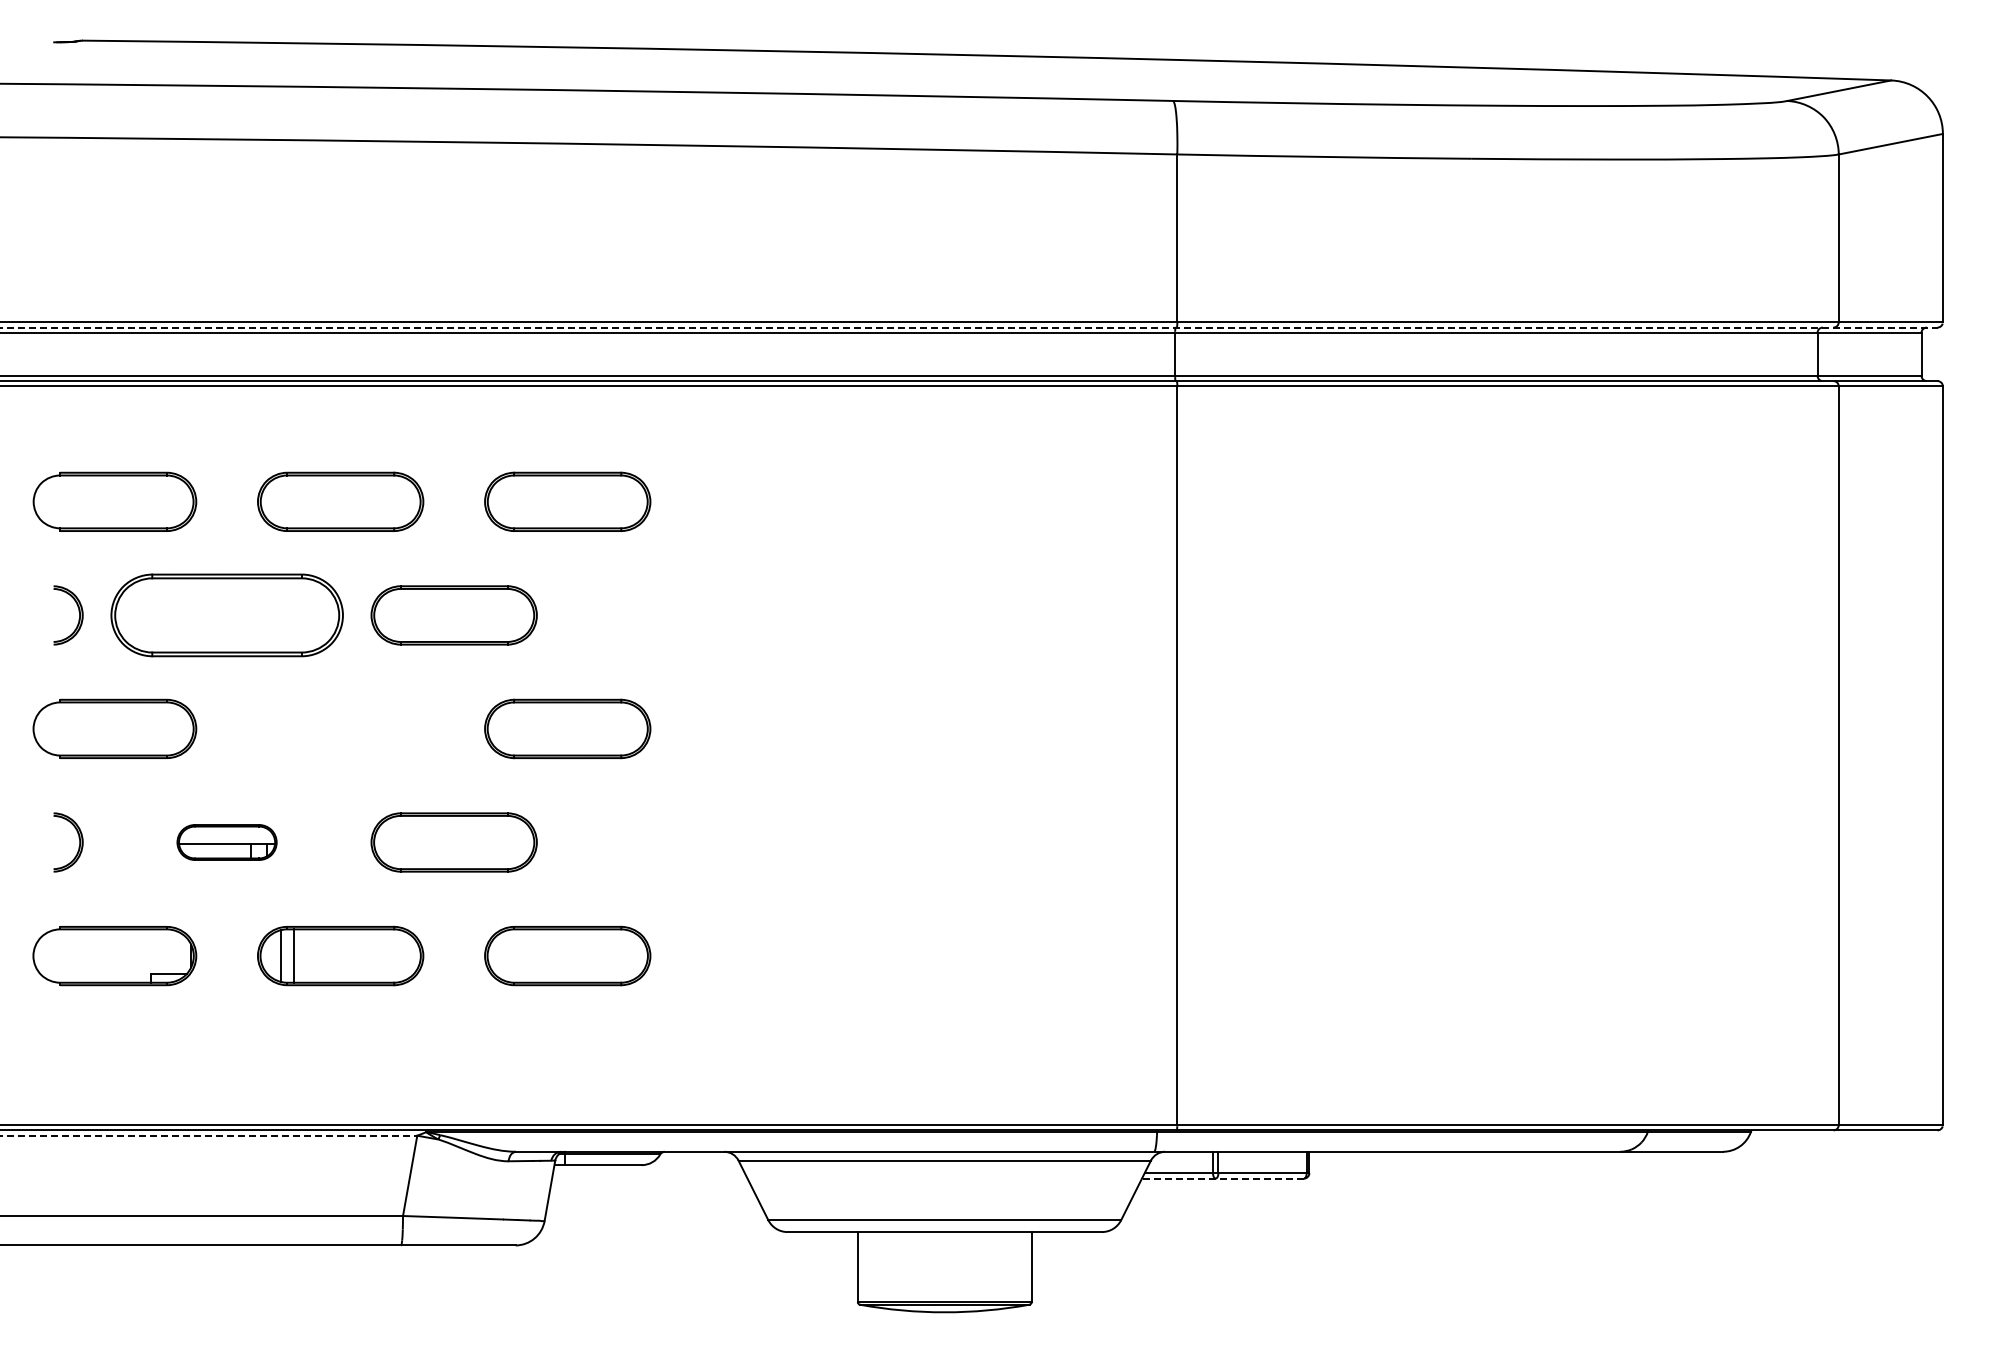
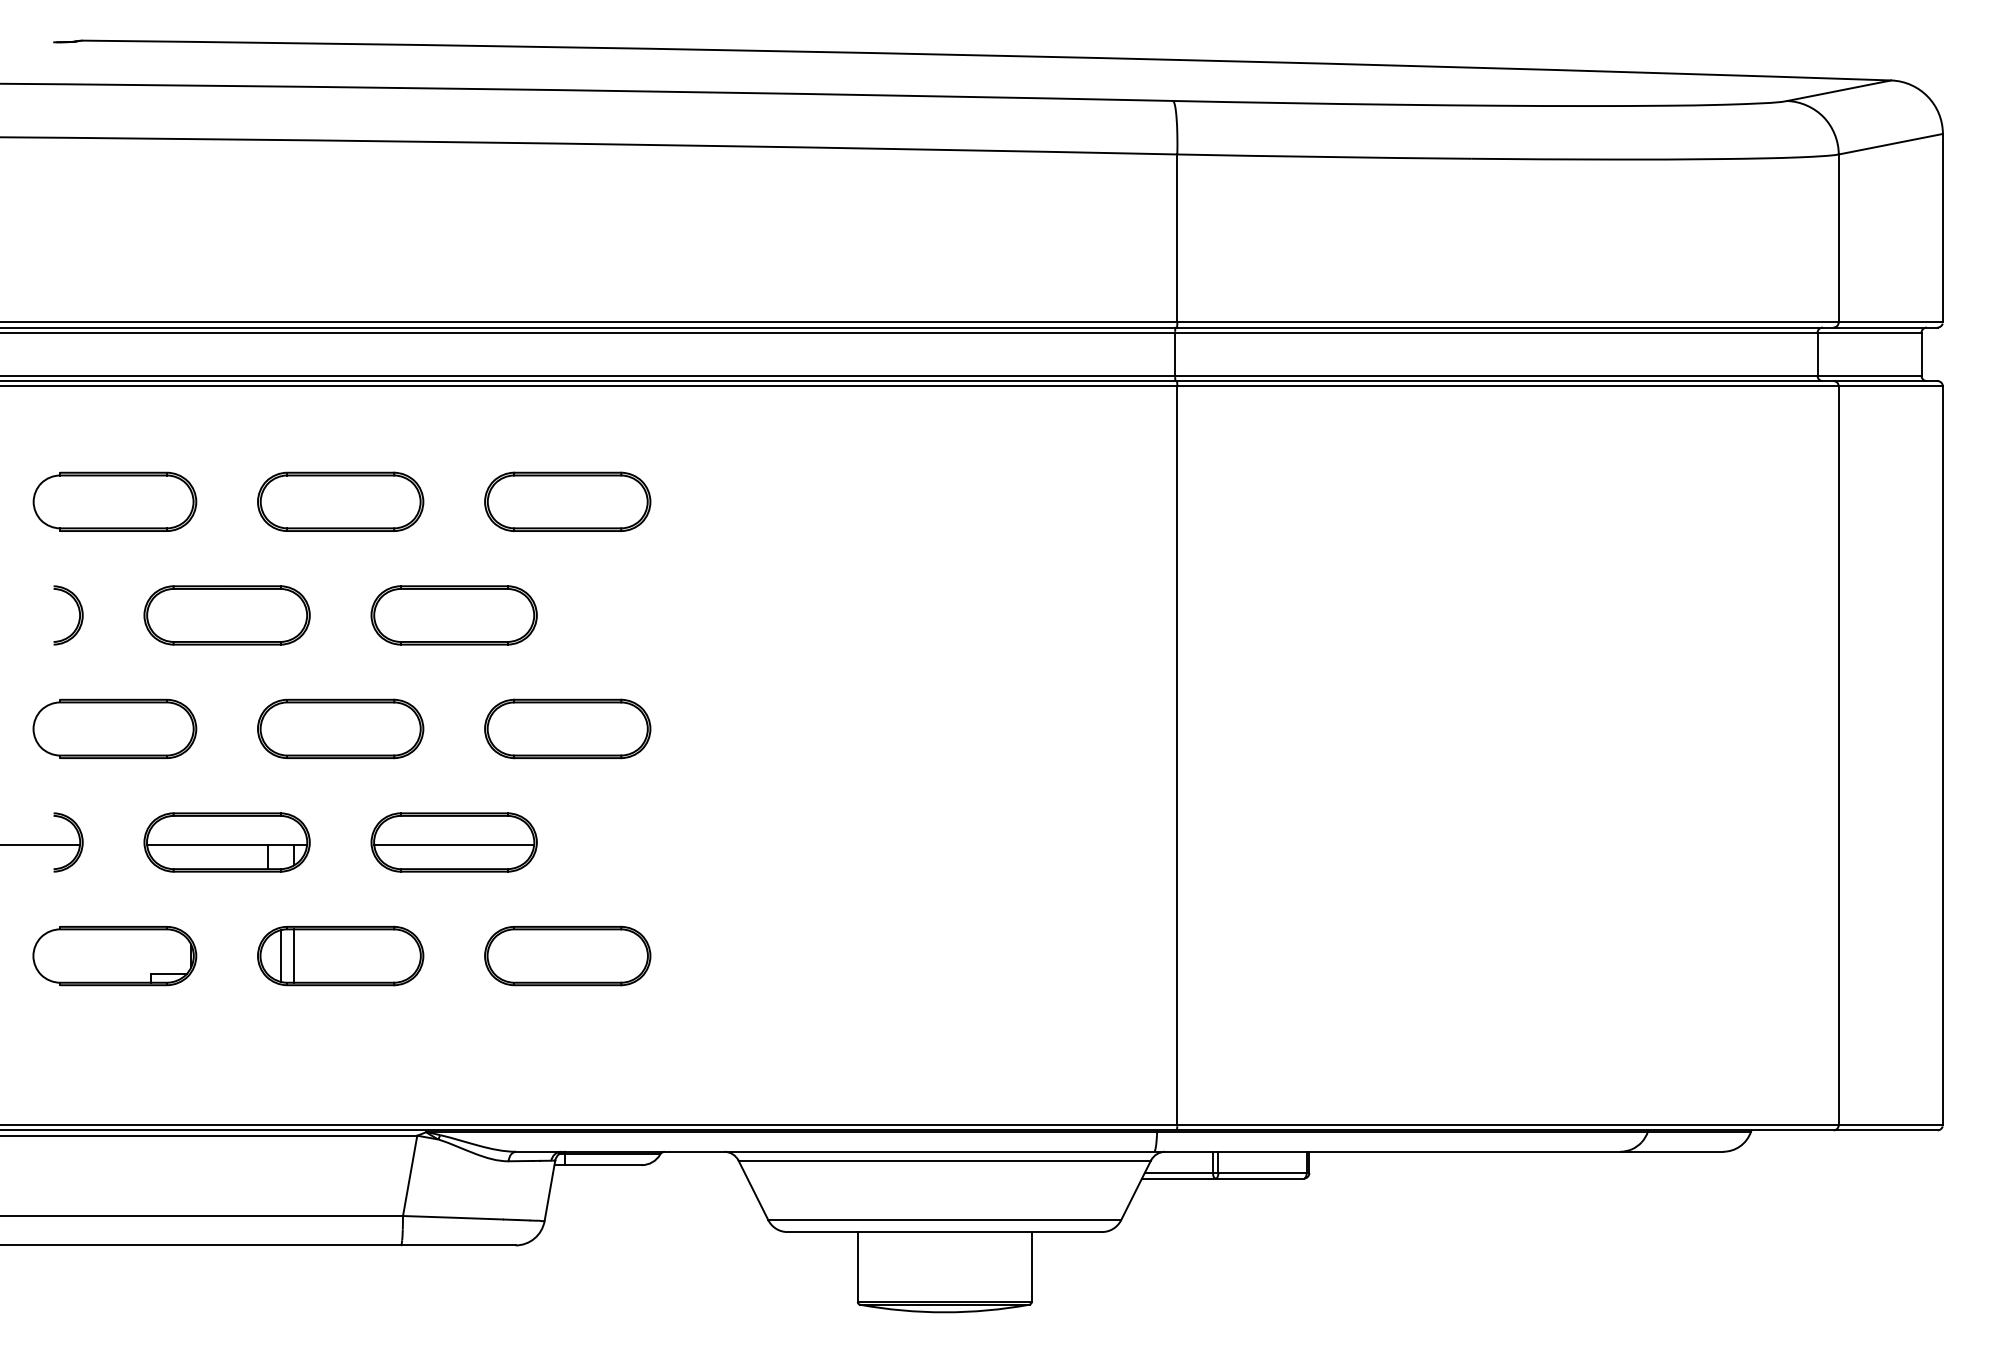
line at (969, 327): dashed -> solid
part at (226, 615) size: 234x85 px -> 168x61 px
part at (340, 728): none -> present
part at (226, 842) size: 102x37 px -> 168x61 px
line at (40, 844): none -> present
line at (454, 844): none -> present
line at (209, 1135): dashed -> solid
line at (1222, 1178): dashed -> solid
